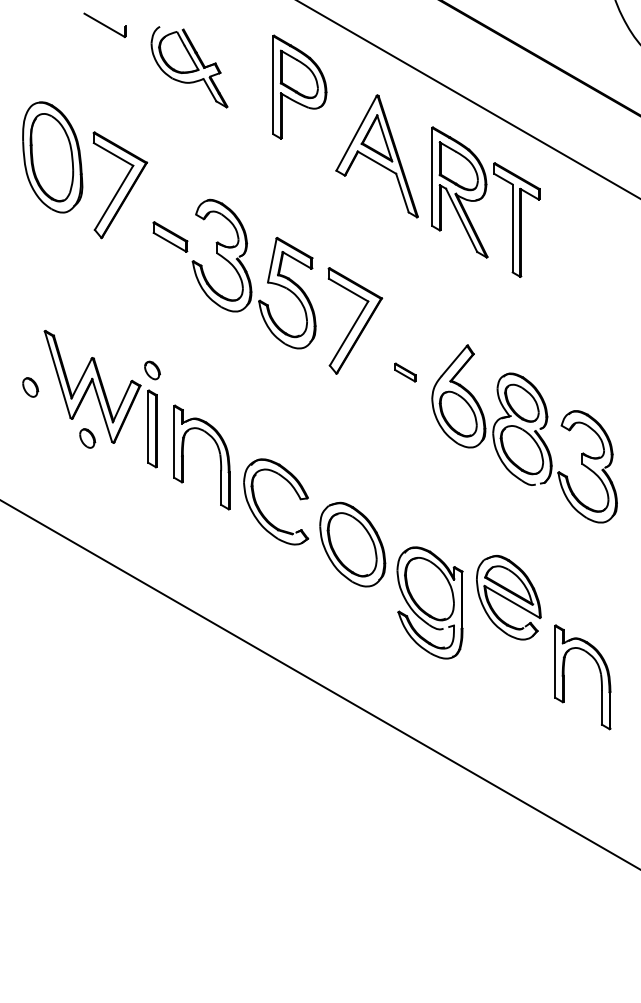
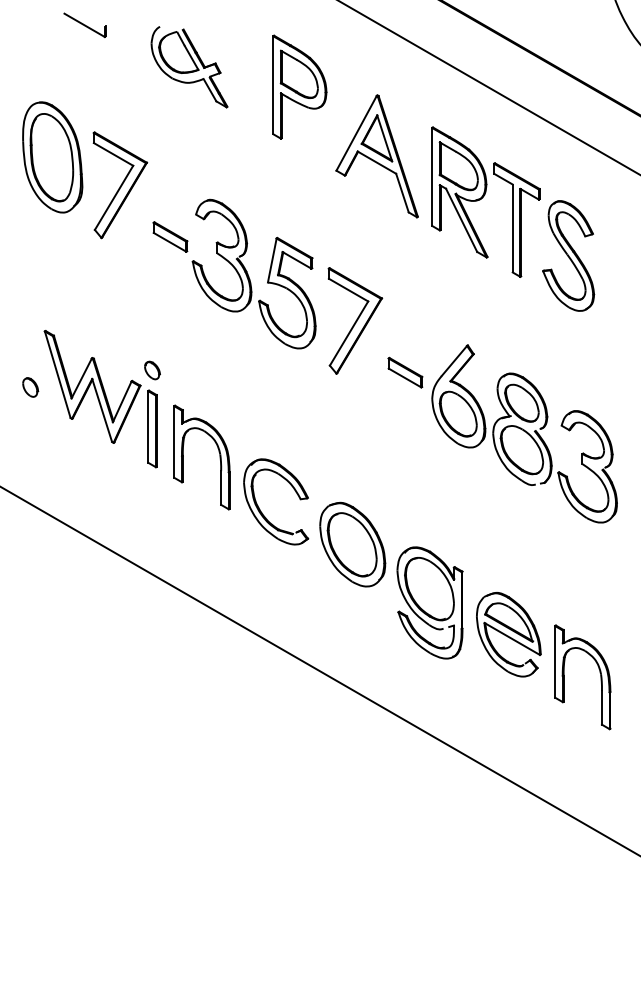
part at (104, 24) position: (104, 24) -> (84, 24)
line at (468, 99) position: (468, 99) -> (488, 87)
part at (568, 255): none -> present
part at (405, 372) size: 23x21 px -> 37x33 px
part at (87, 438): present -> none
part at (508, 597) position: (508, 597) -> (508, 634)
line at (319, 684) position: (319, 684) -> (319, 670)
